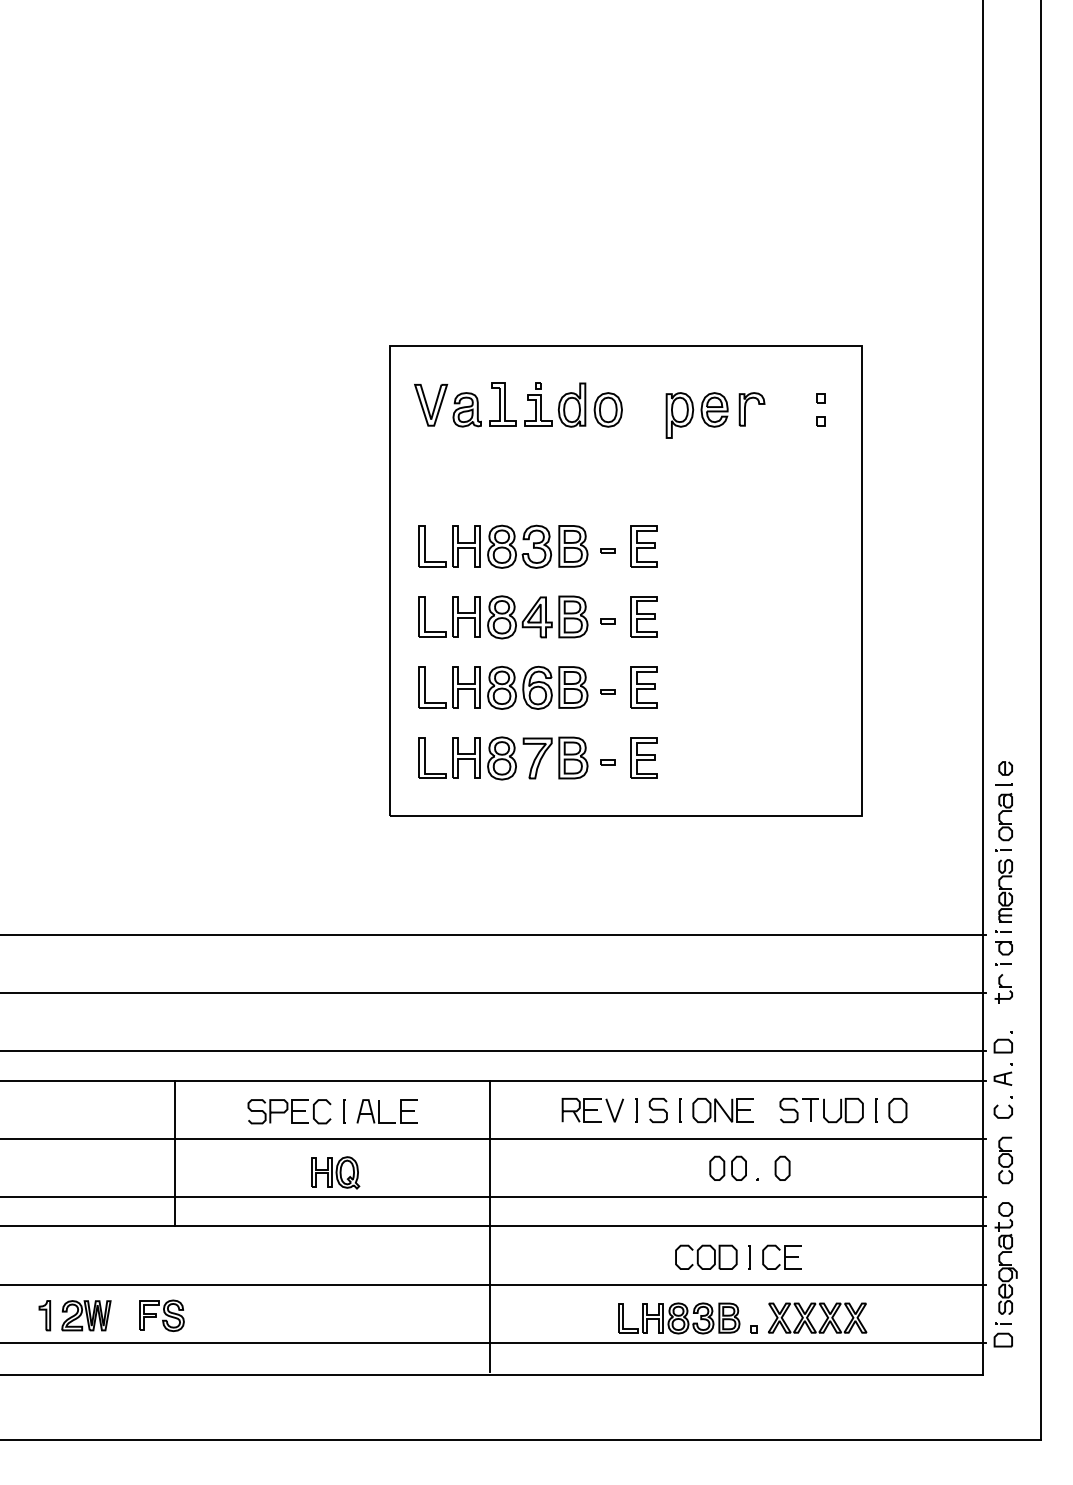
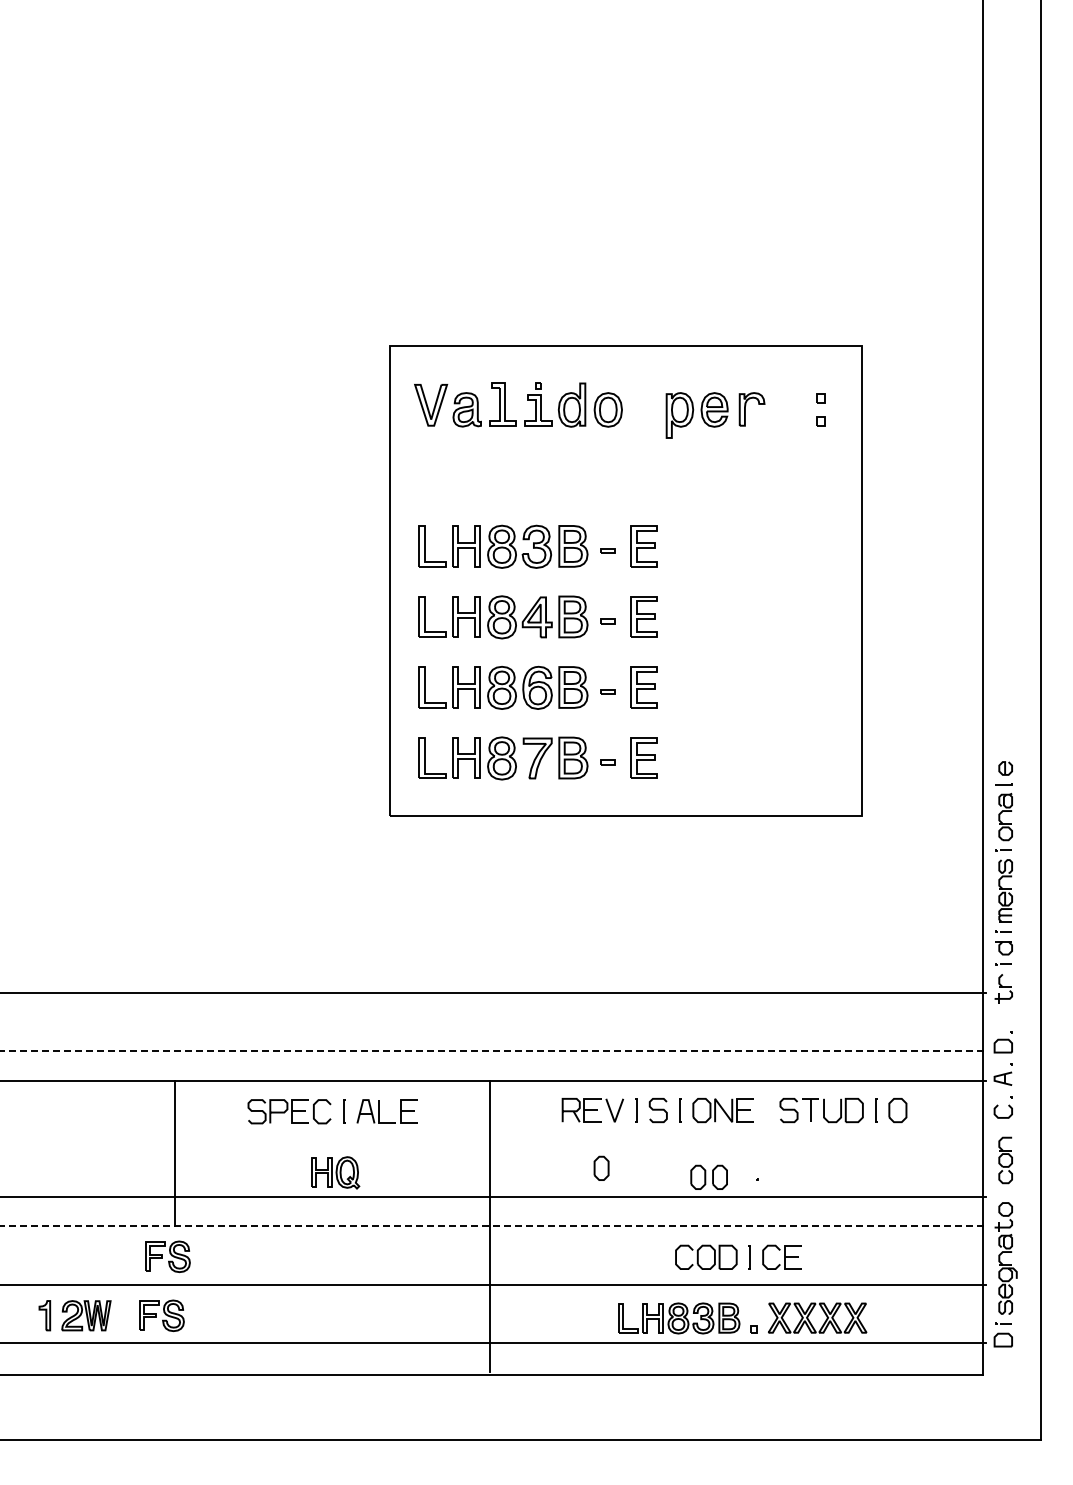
line at (493, 934): present -> none
line at (492, 1051): solid -> dashed
line at (493, 1138): present -> none
part at (727, 1167) position: (727, 1167) -> (708, 1176)
part at (782, 1167) position: (782, 1167) -> (601, 1167)
line at (492, 1226): solid -> dashed
part at (167, 1256): none -> present
